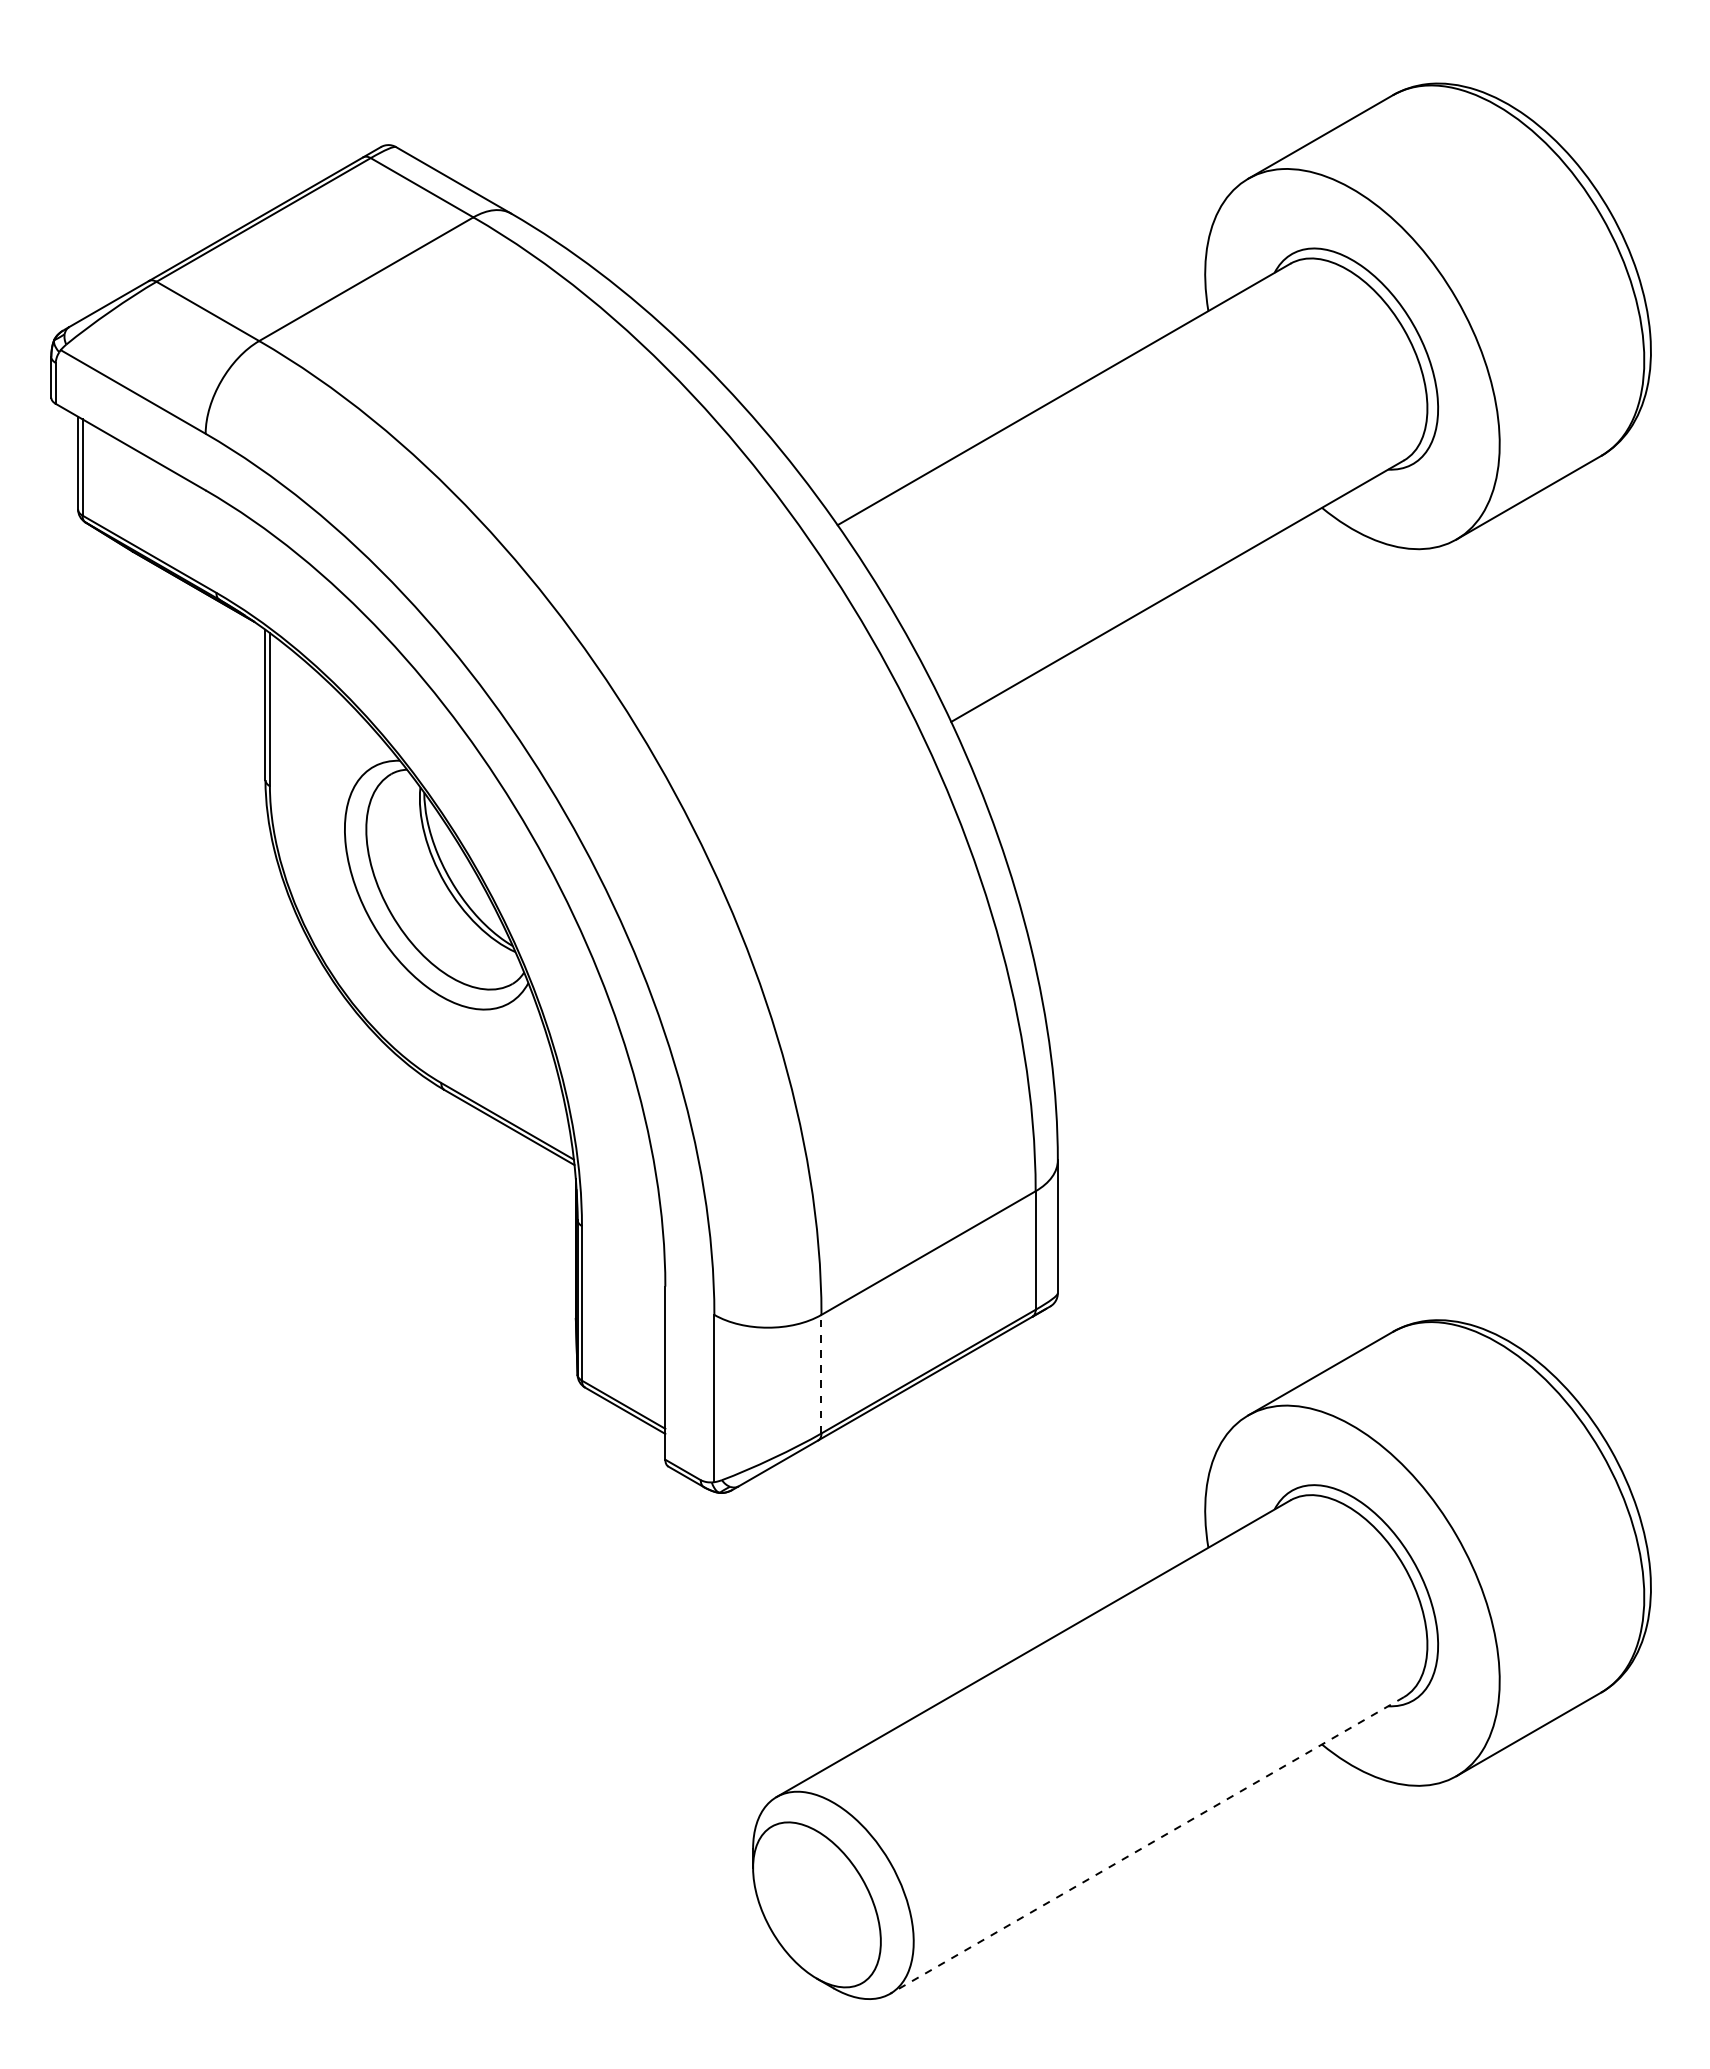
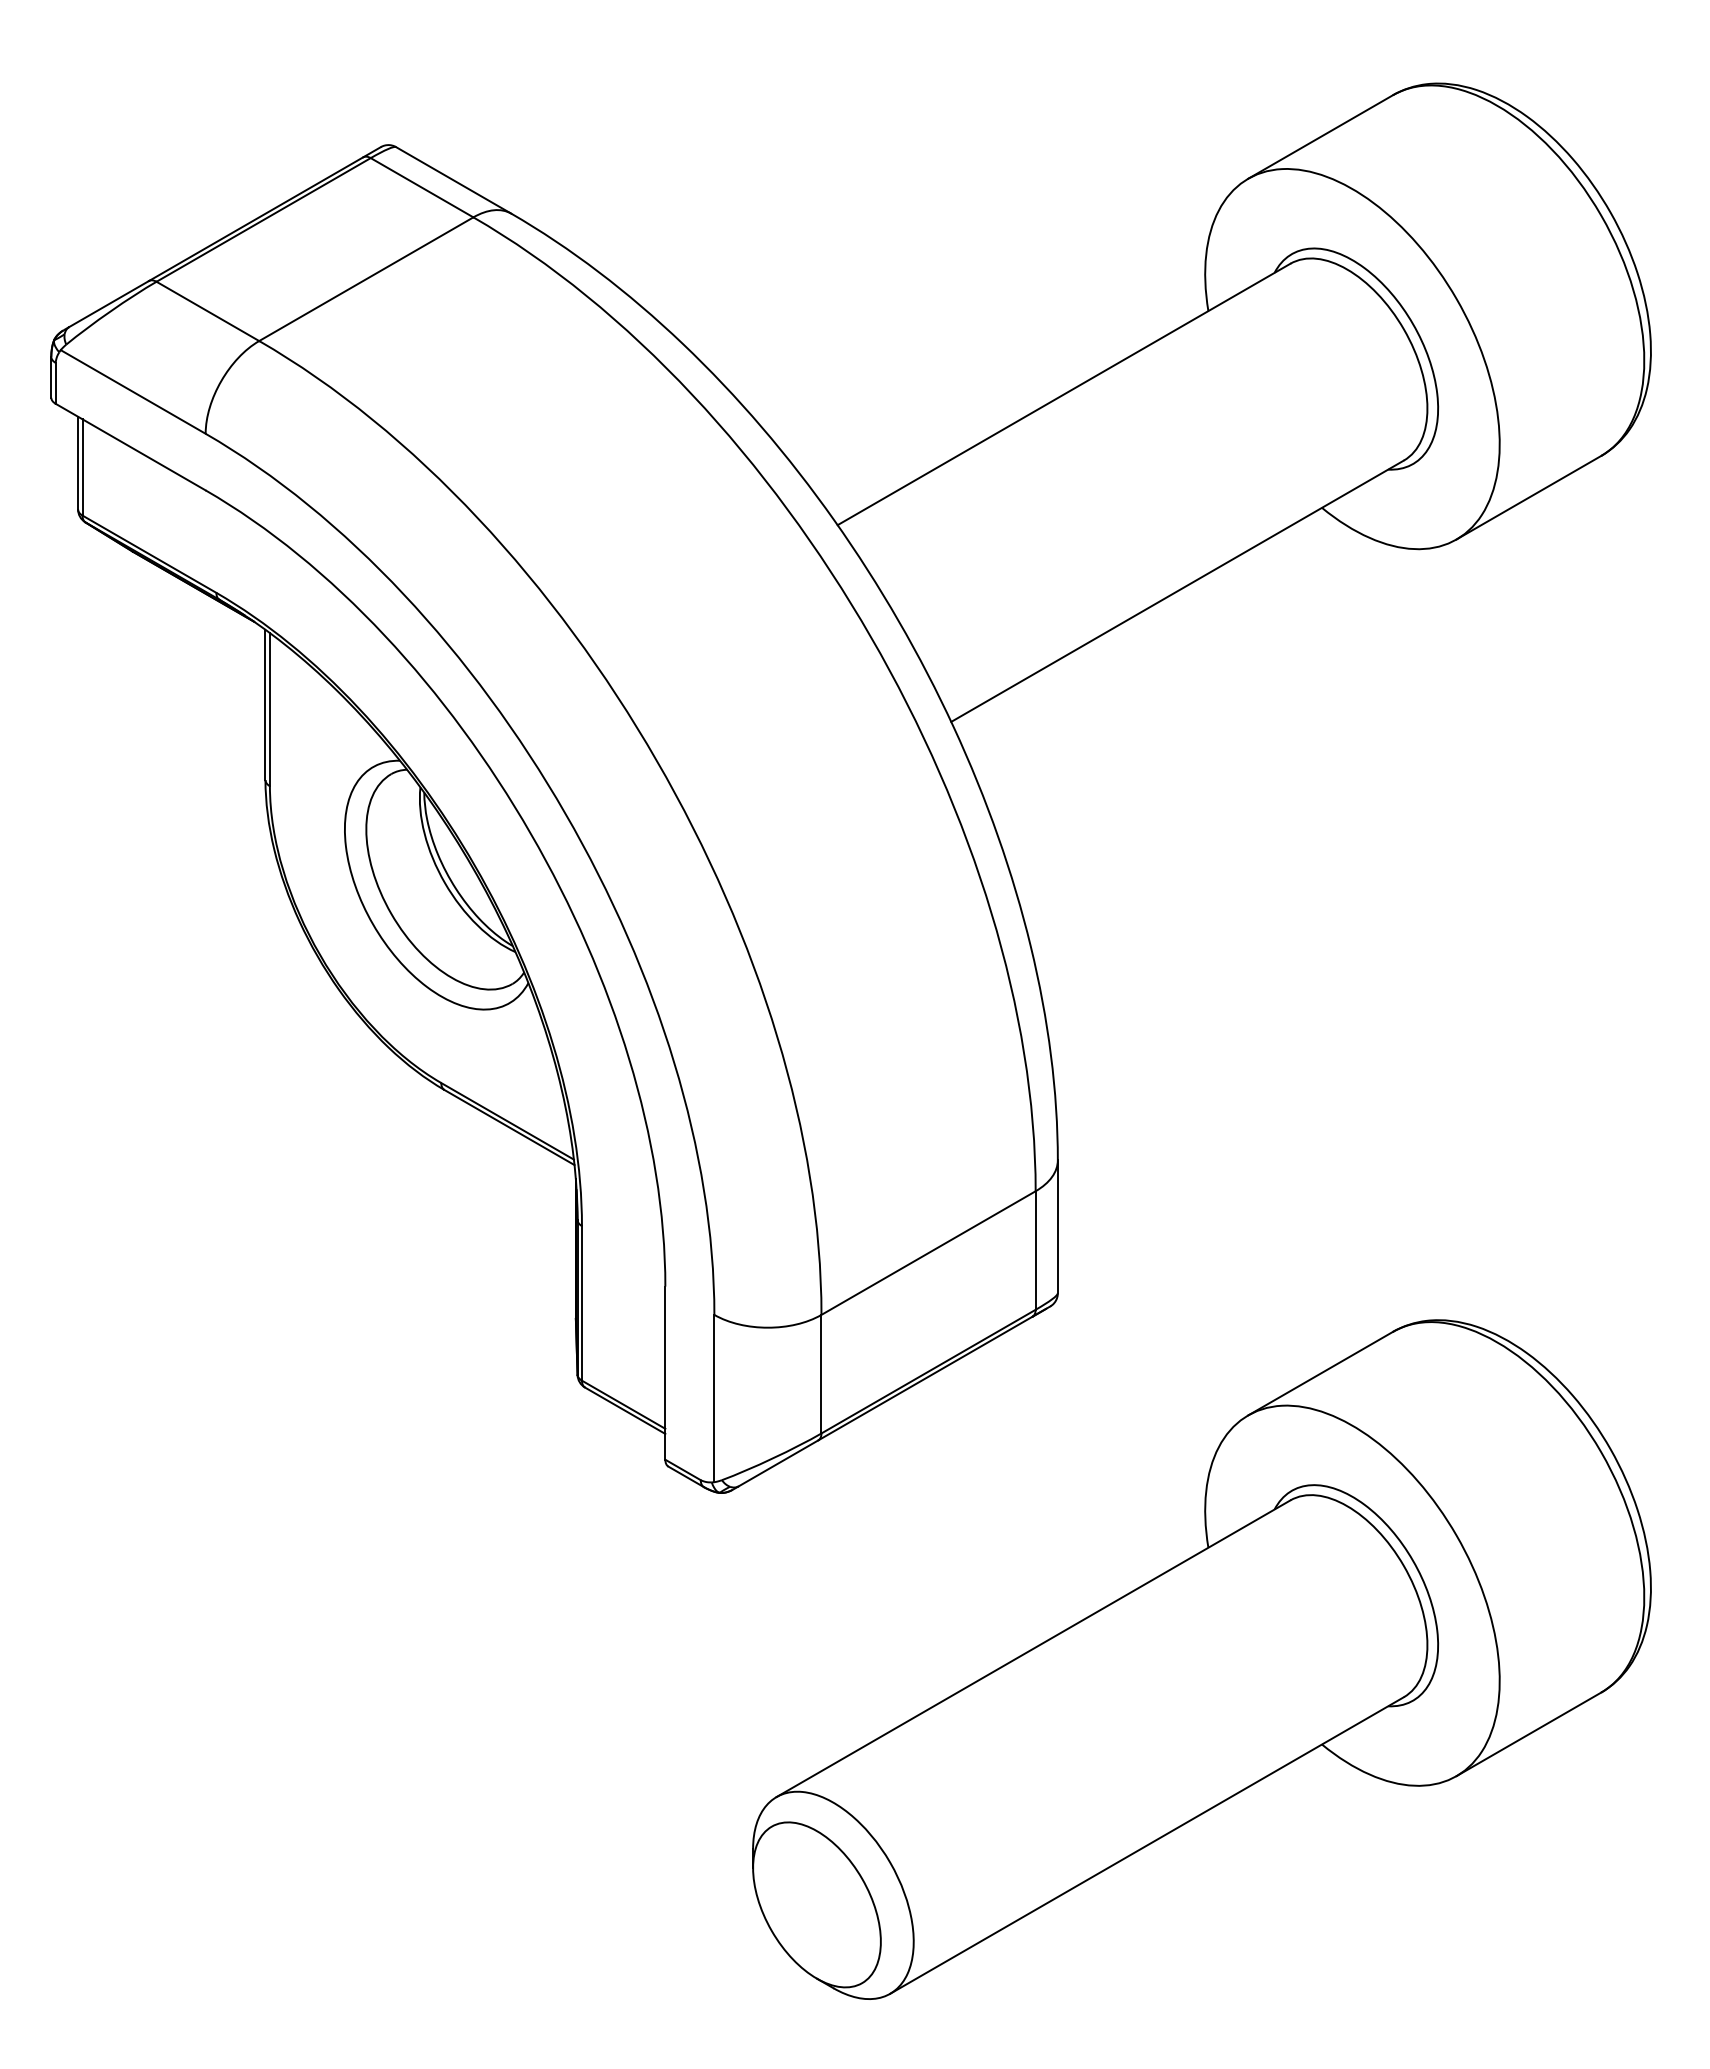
line at (821, 1373): dashed -> solid
line at (1147, 1845): dashed -> solid
